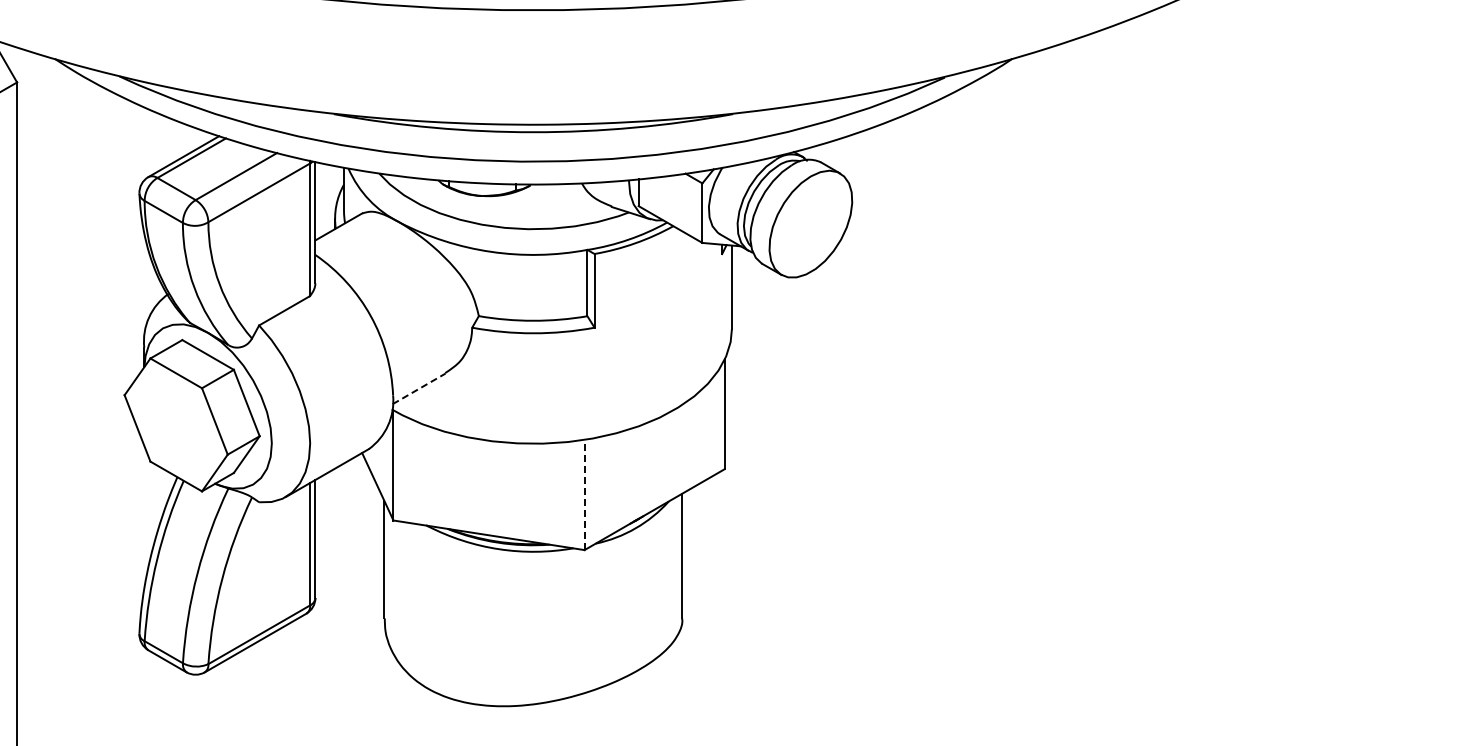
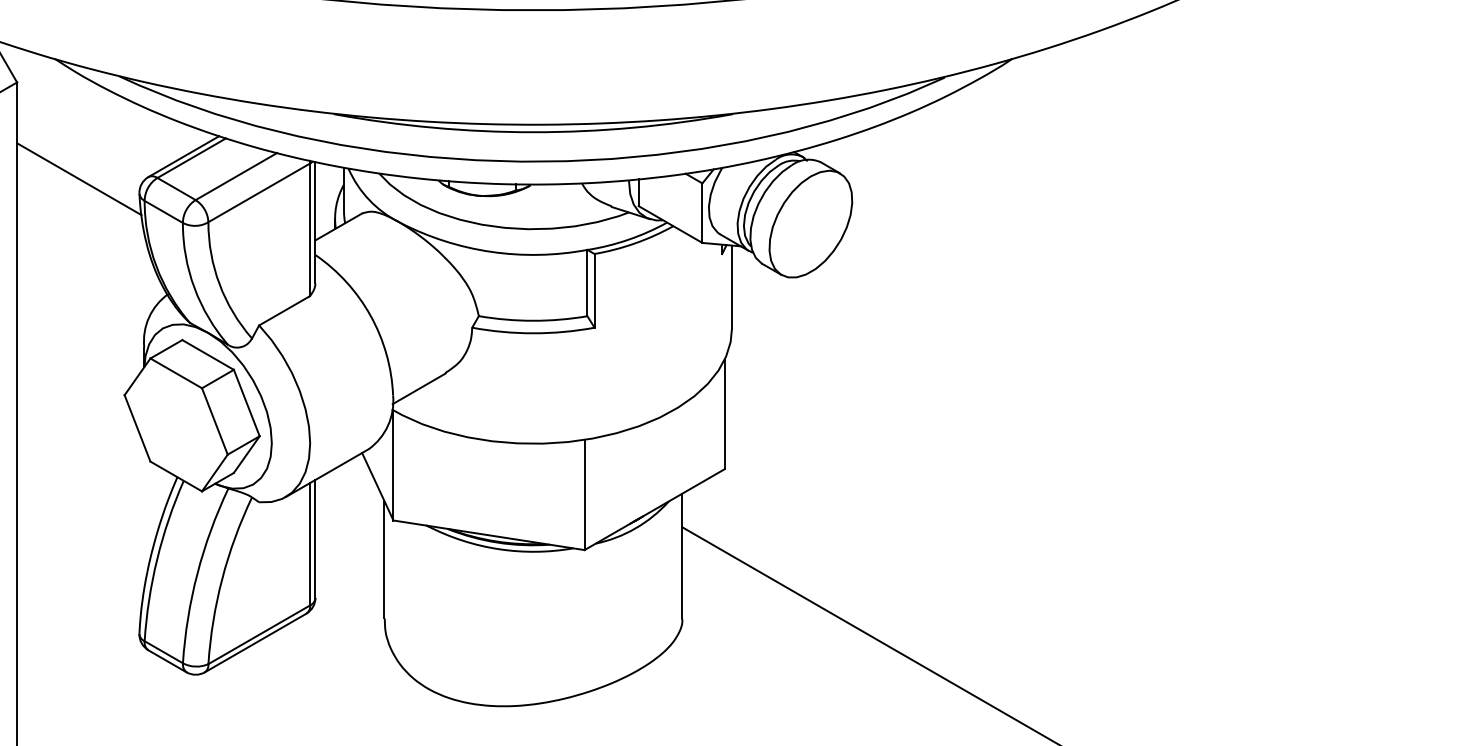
line at (79, 179): none -> present
line at (419, 388): dashed -> solid
line at (584, 494): dashed -> solid
line at (868, 634): none -> present
